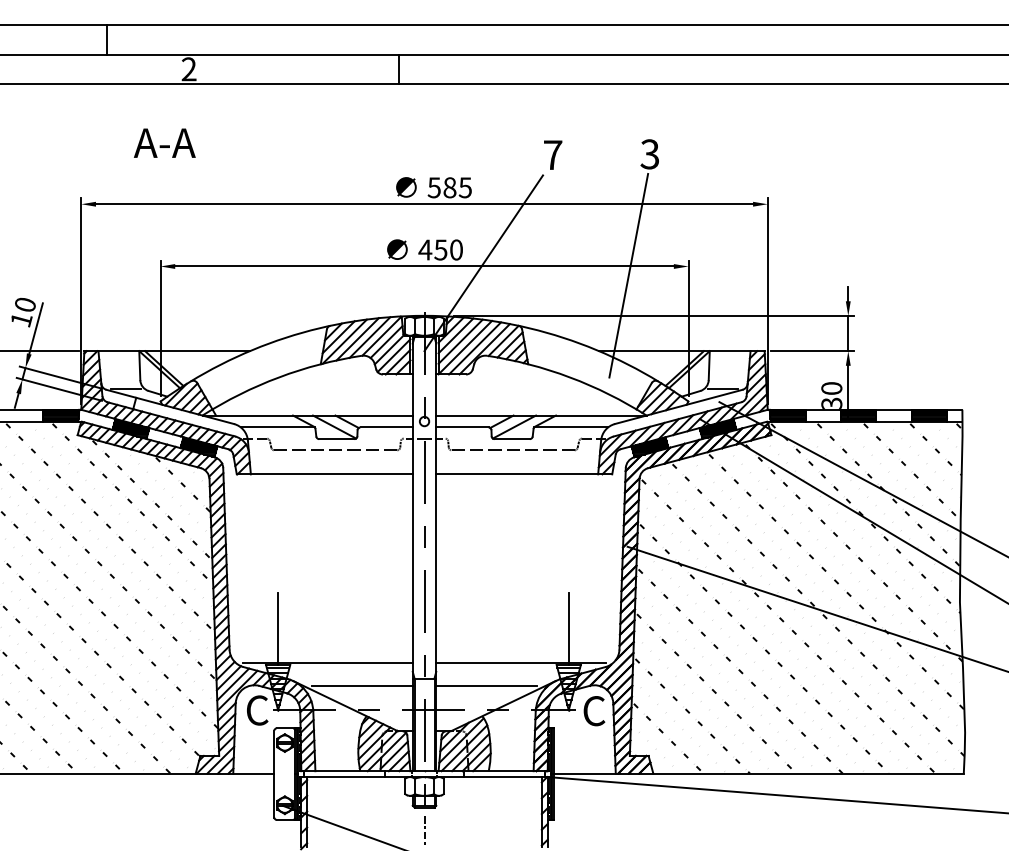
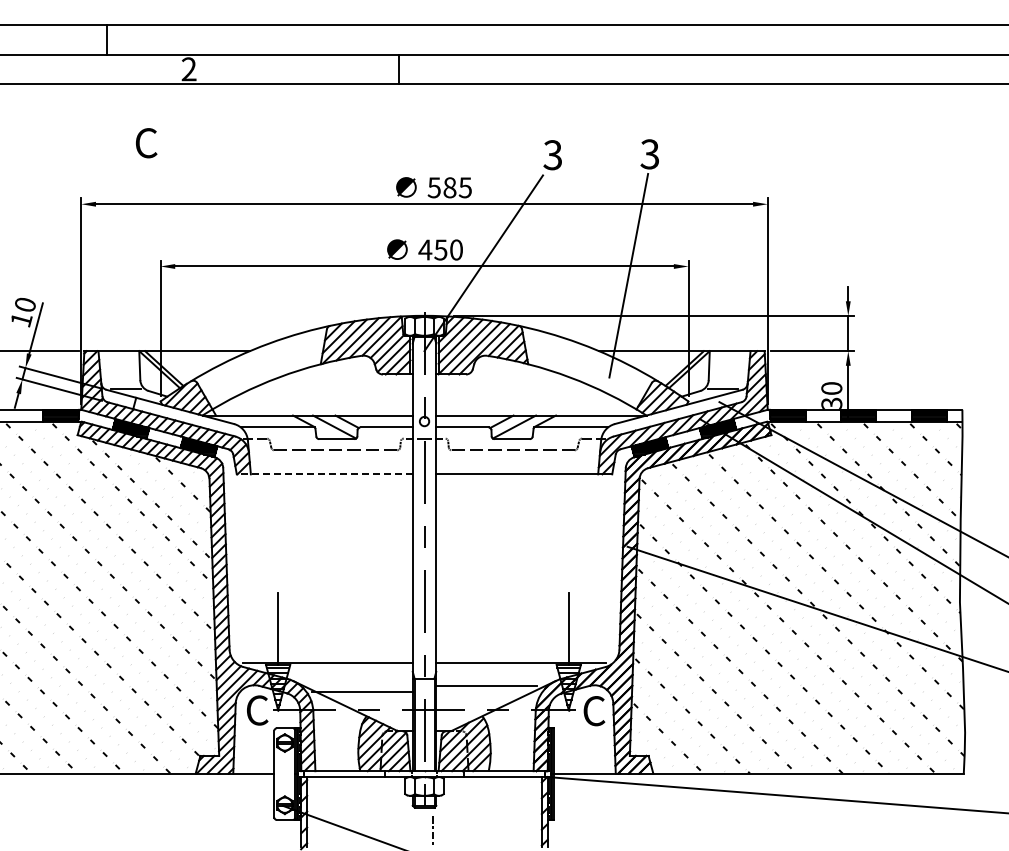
text at (164, 143): A-A -> C
text at (552, 155): 7 -> 3
line at (324, 474): solid -> dashed
line at (362, 685) position: (362, 685) -> (362, 691)
line at (424, 828) position: (424, 828) -> (432, 828)
